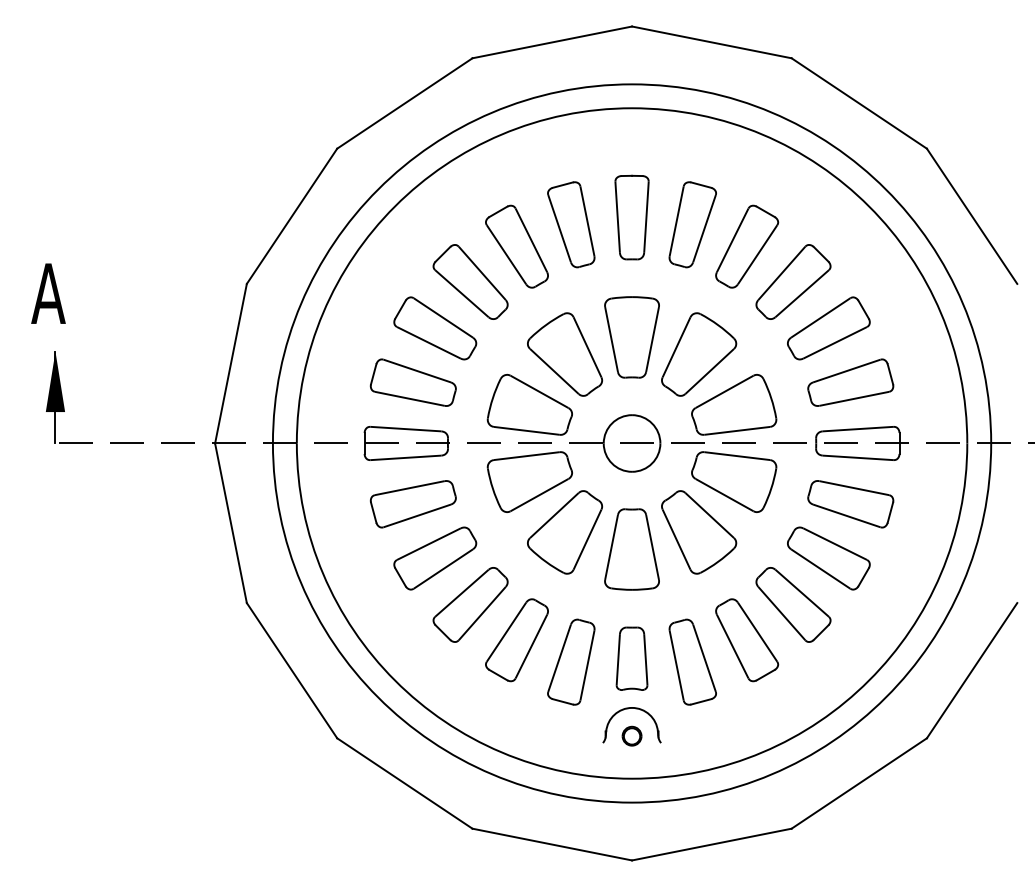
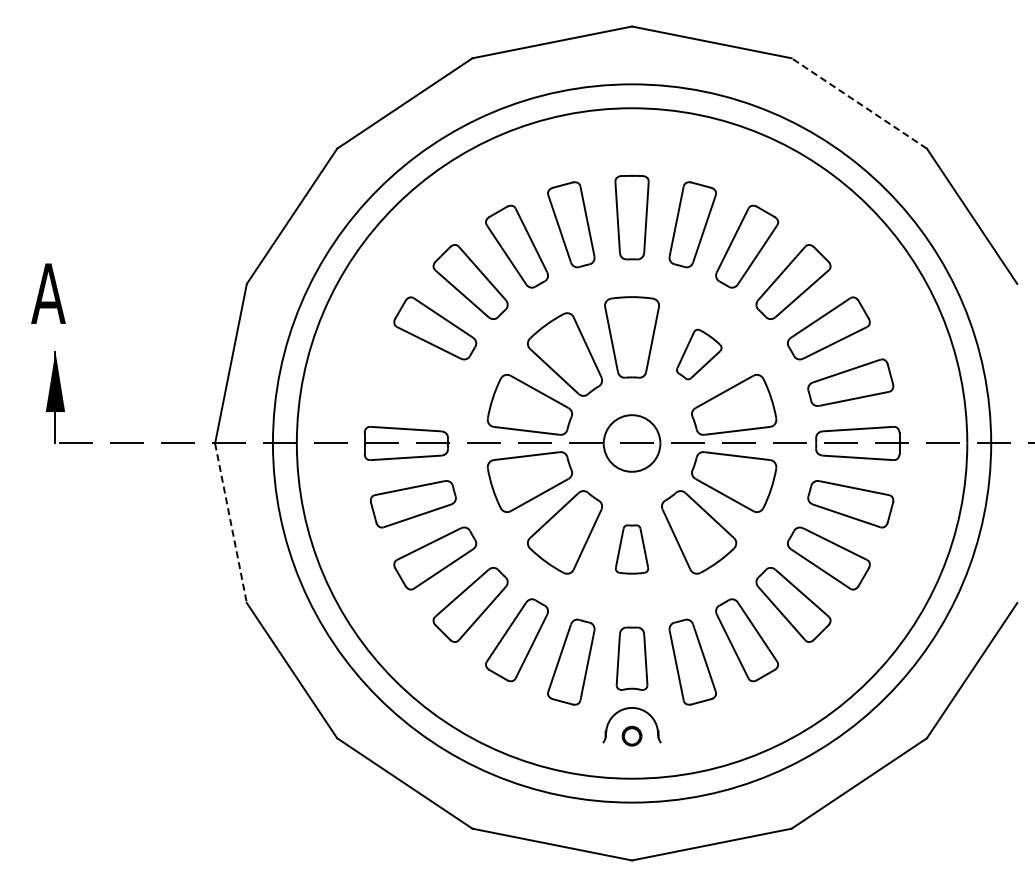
line at (858, 103): solid -> dashed
part at (699, 354) size: 77x85 px -> 47x53 px
part at (412, 382): present -> none
line at (231, 523): solid -> dashed
part at (631, 549) size: 56x83 px -> 35x51 px
